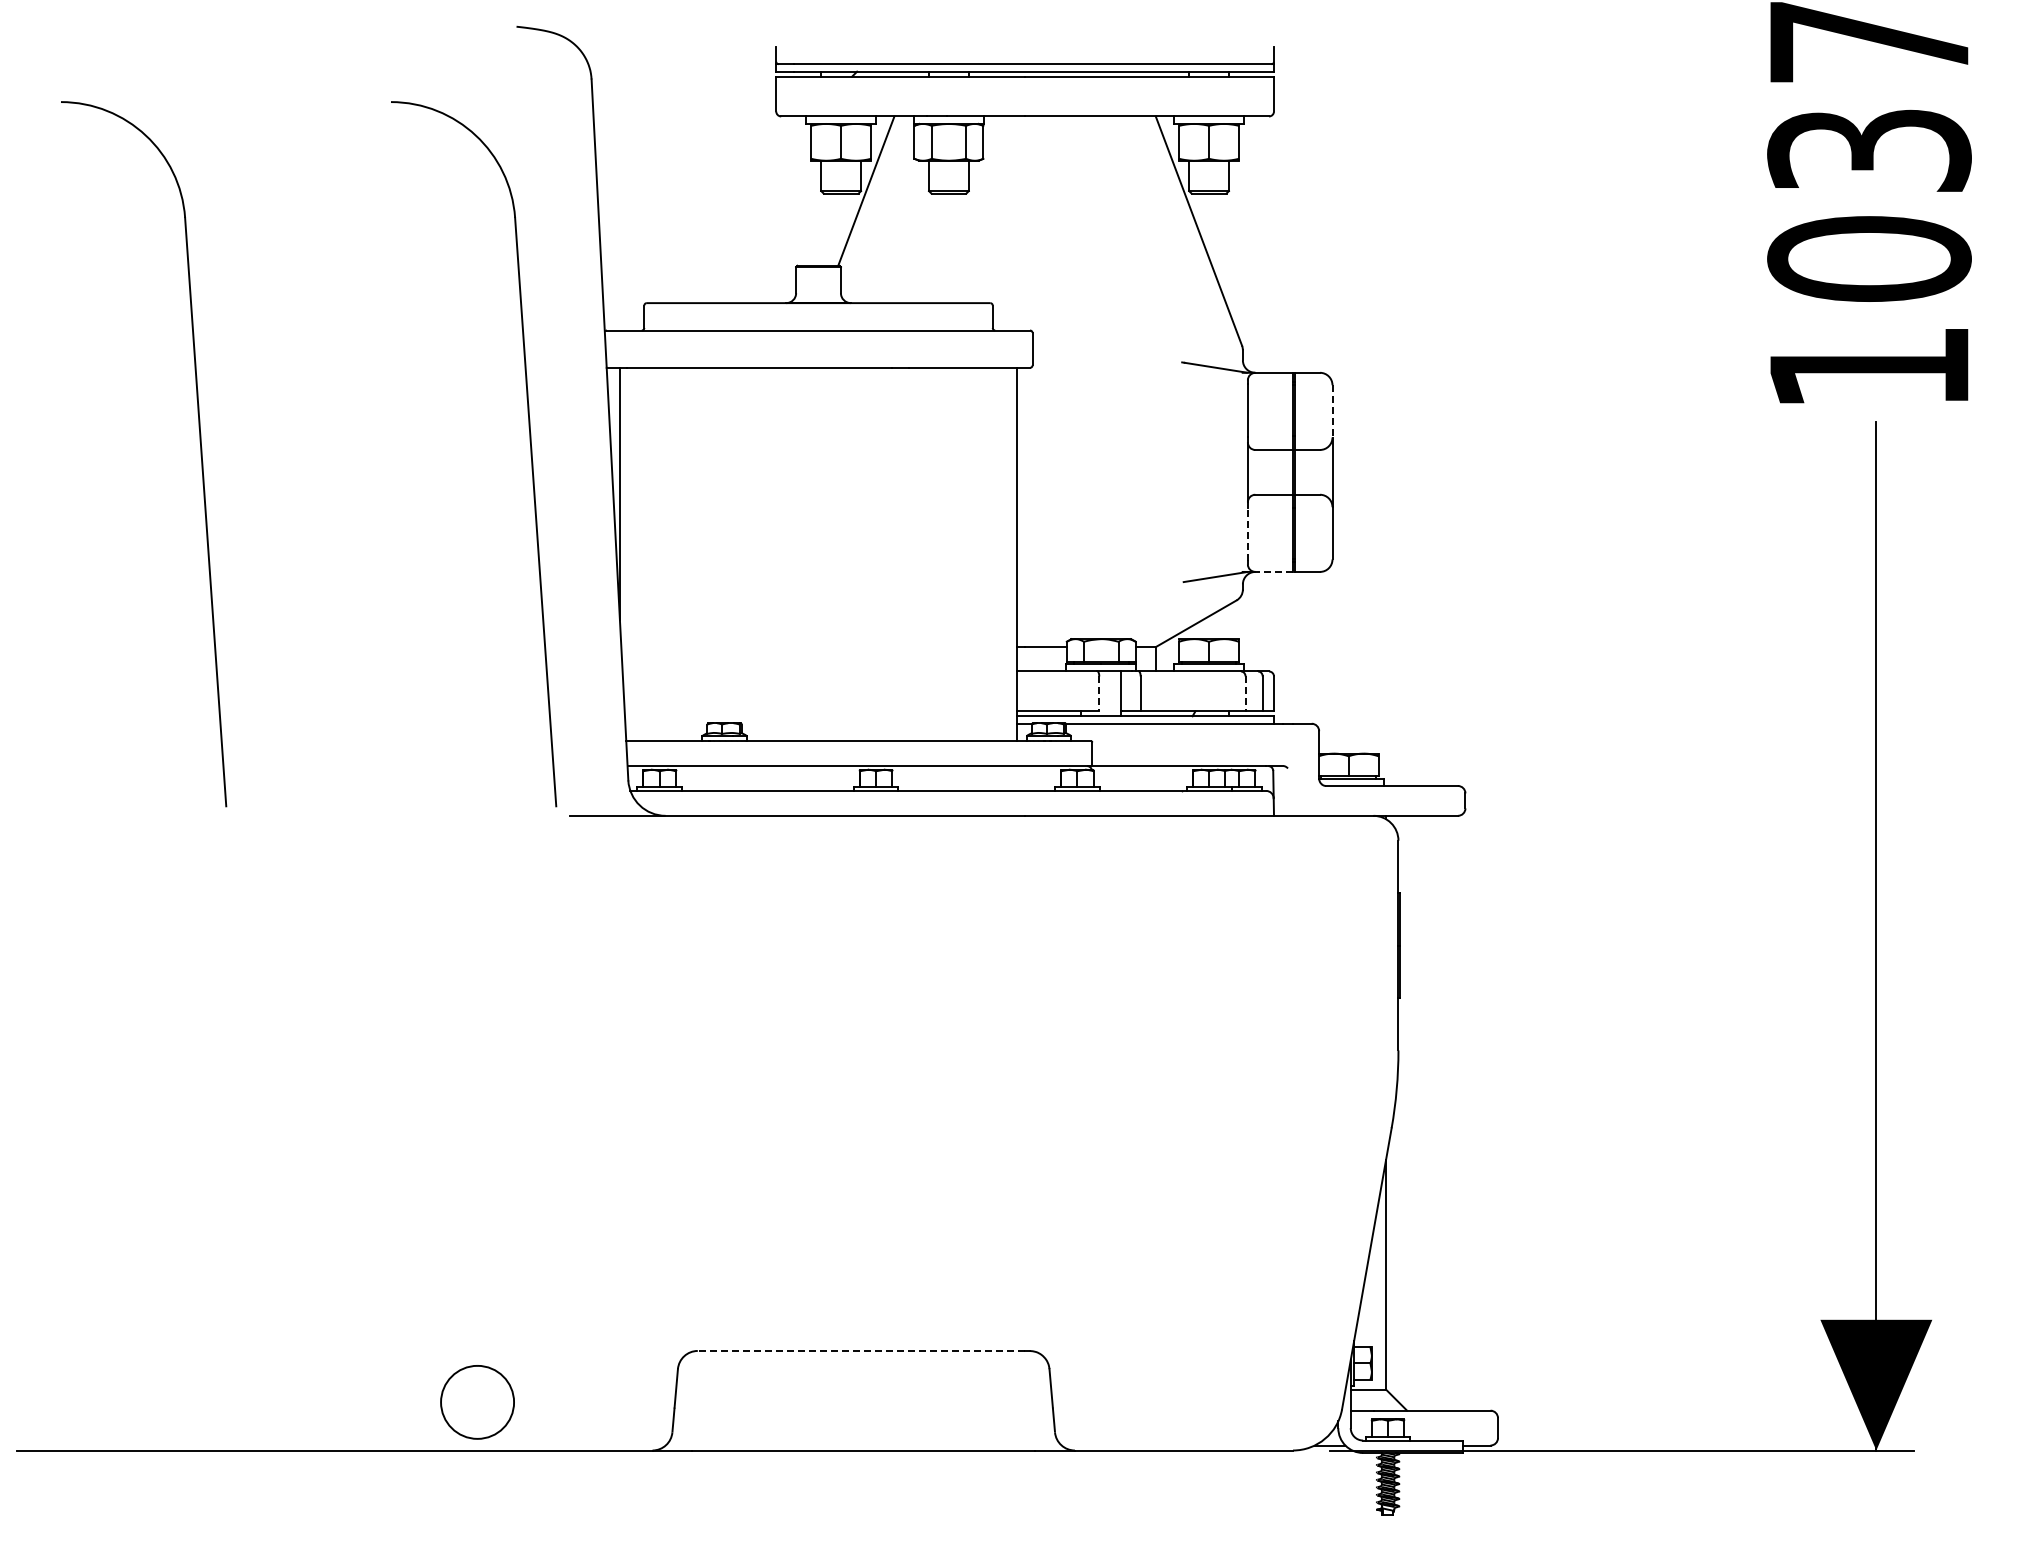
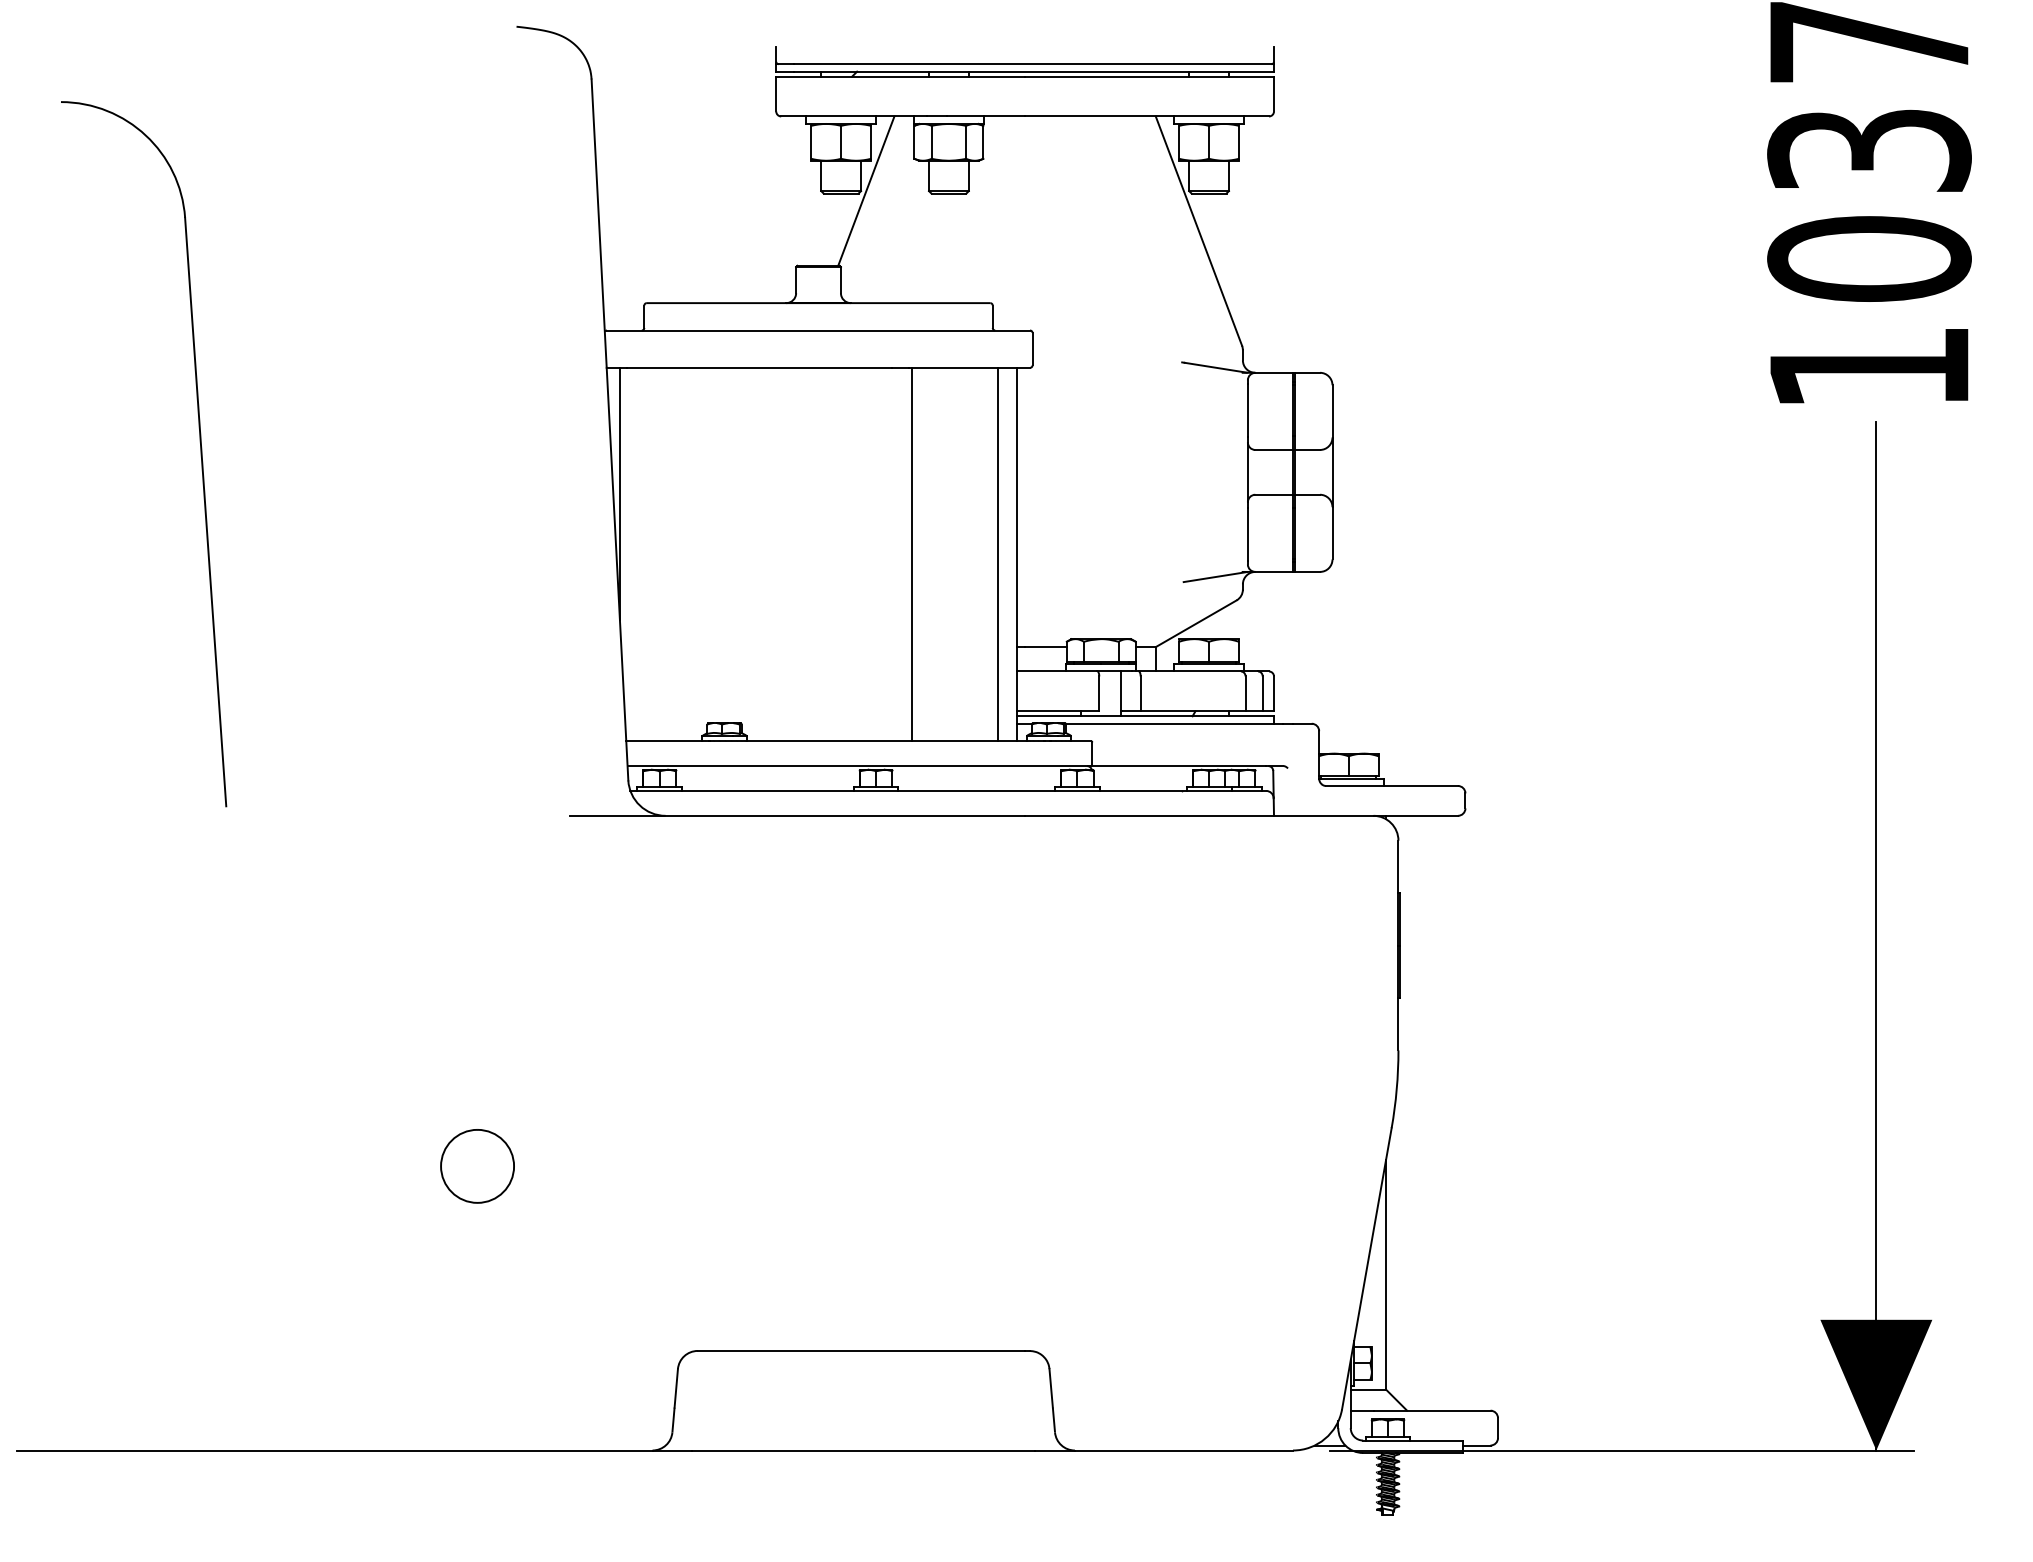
line at (1332, 411): dashed -> solid
part at (530, 454): present -> none
line at (1247, 533): dashed -> solid
line at (912, 554): none -> present
line at (997, 554): none -> present
line at (1274, 571): dashed -> solid
line at (1099, 694): dashed -> solid
line at (1245, 694): dashed -> solid
line at (861, 1350): dashed -> solid
part at (477, 1402) position: (477, 1402) -> (477, 1166)
